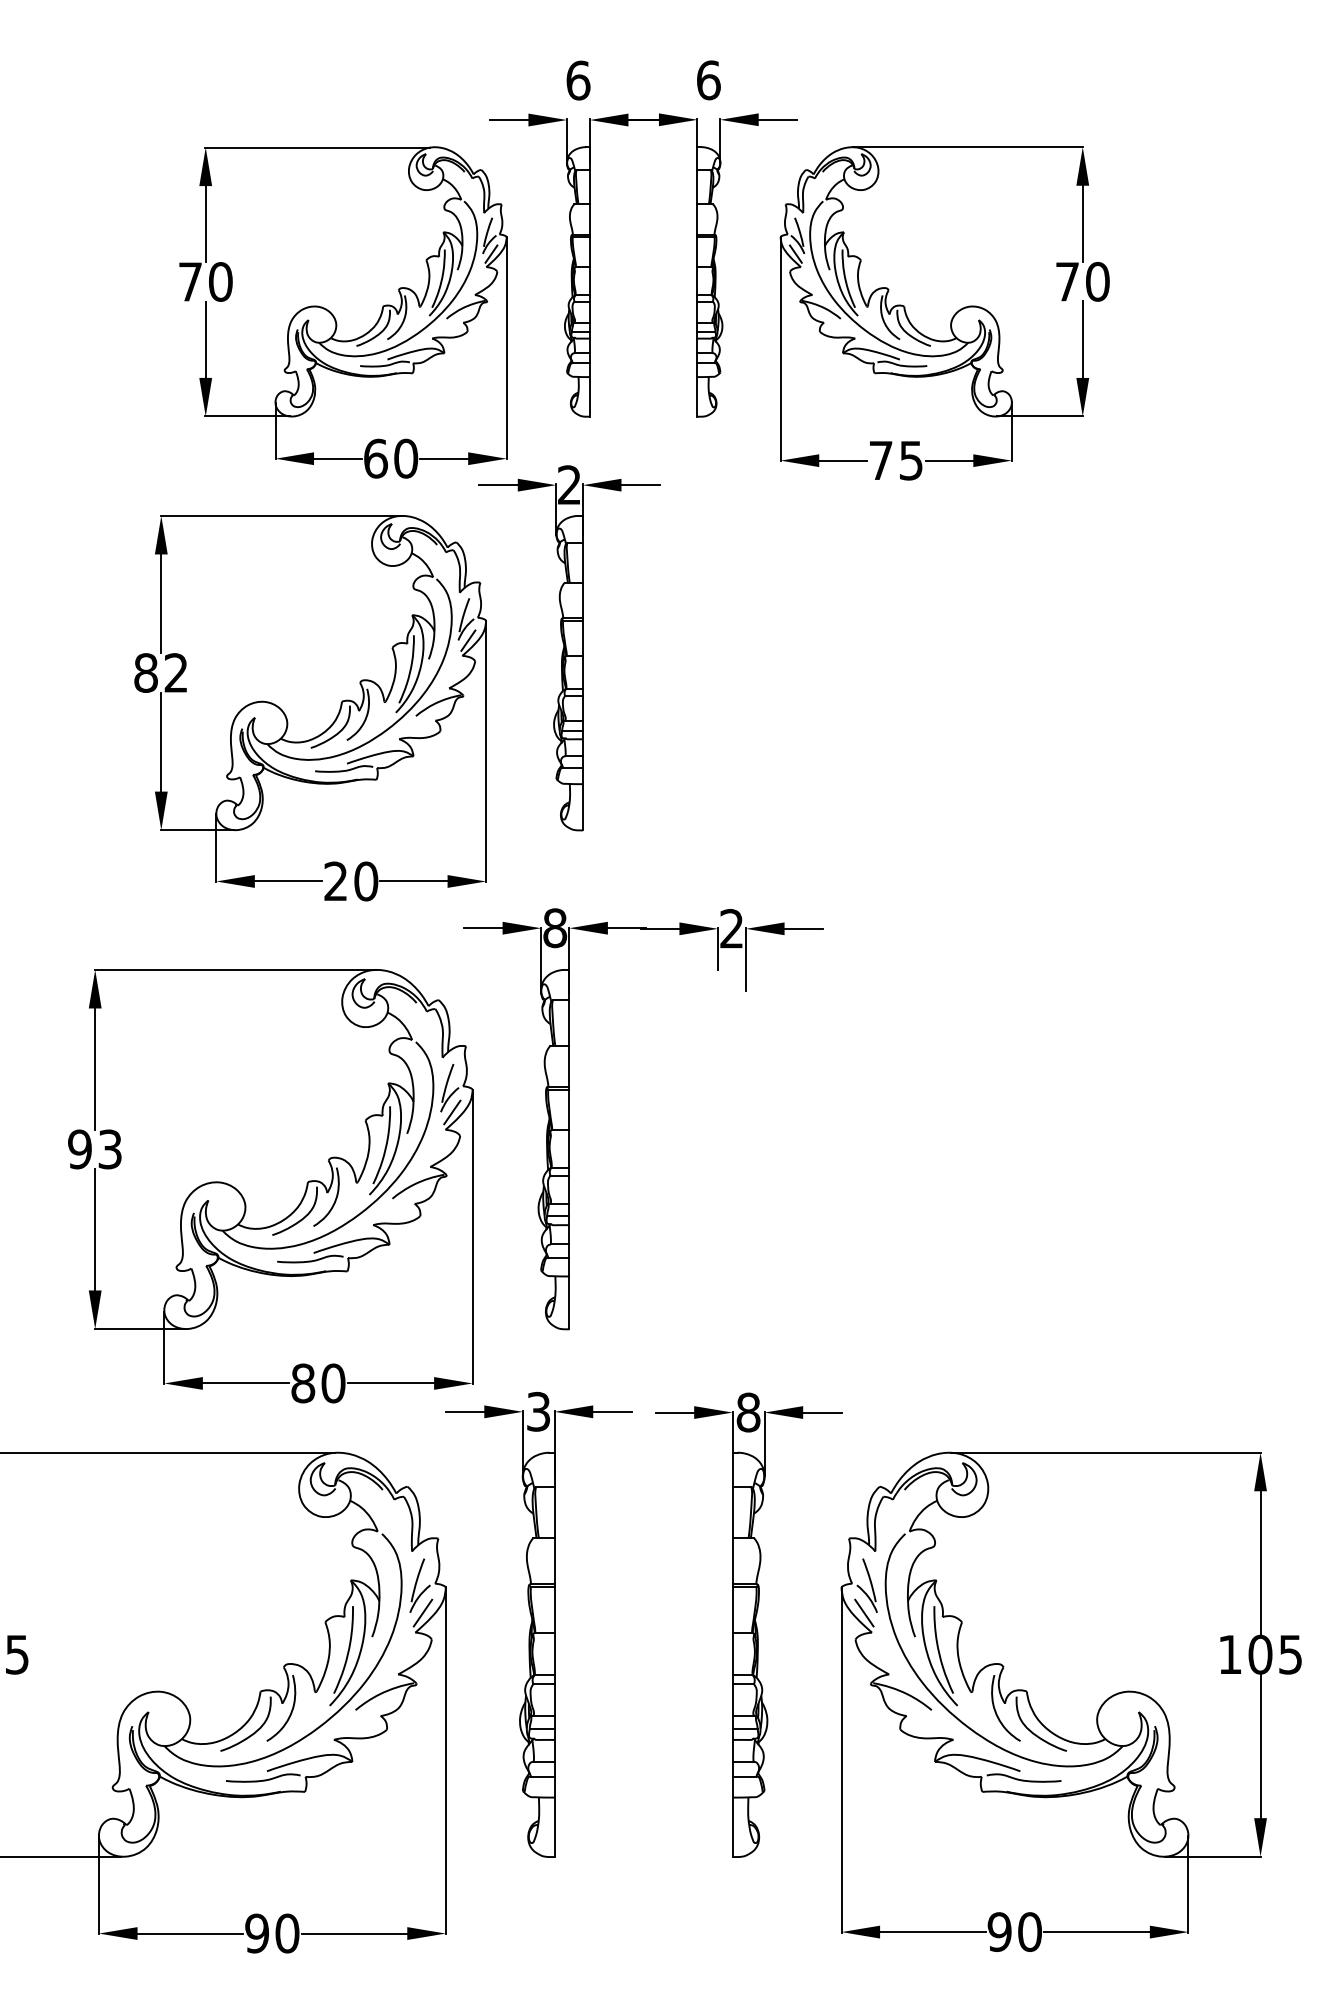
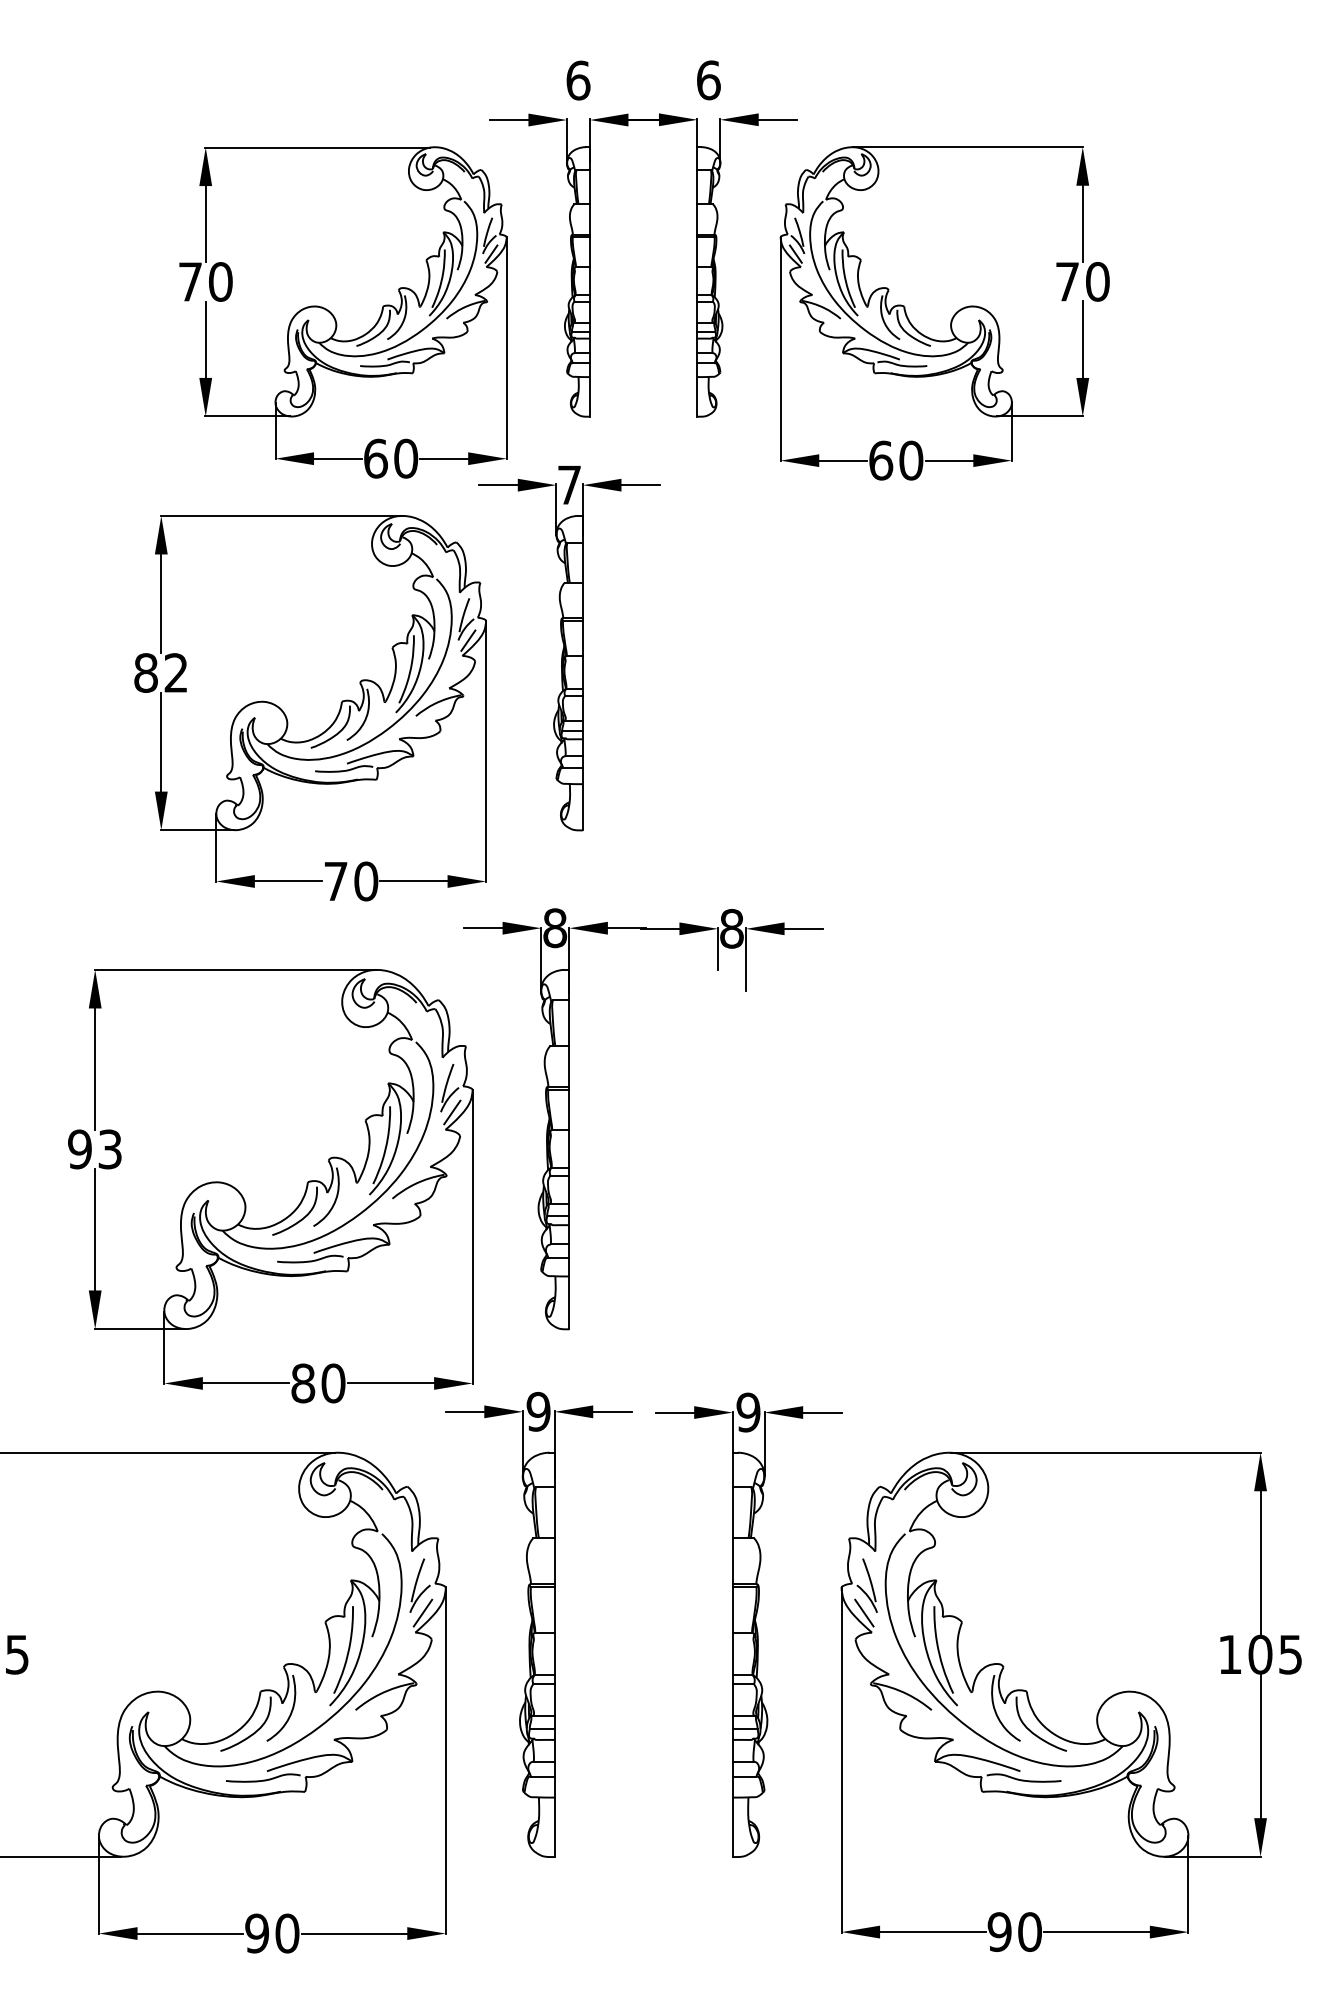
text at (896, 460): 75 -> 60
text at (569, 484): 2 -> 7
text at (335, 880): 20 -> 70
text at (731, 928): 2 -> 8
text at (538, 1411): 3 -> 9
text at (748, 1412): 8 -> 9
